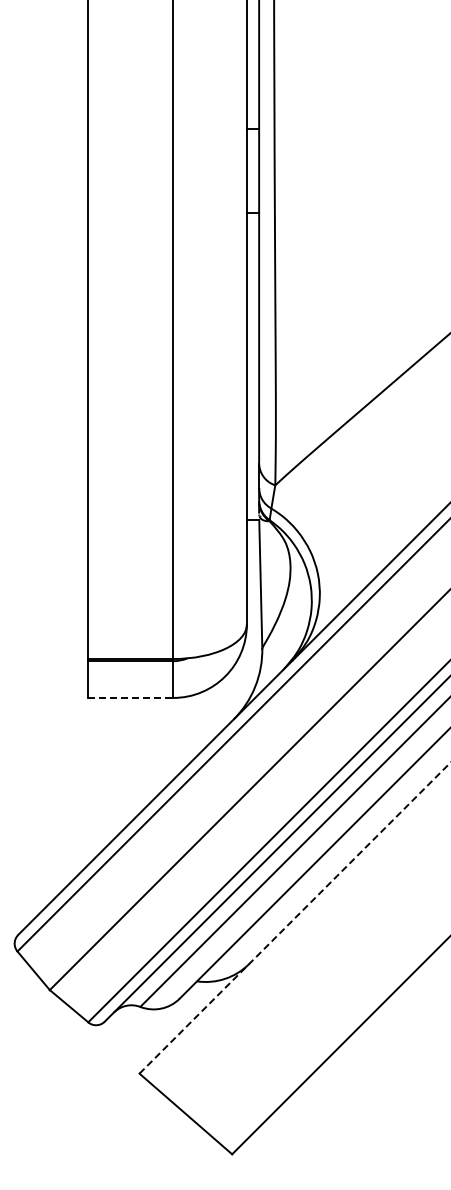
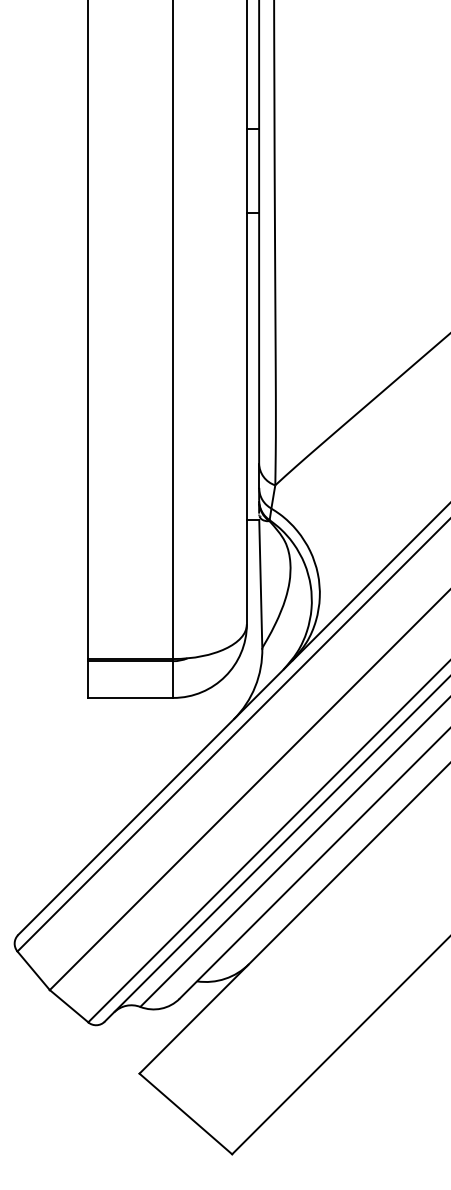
line at (130, 697): dashed -> solid
line at (295, 918): dashed -> solid
